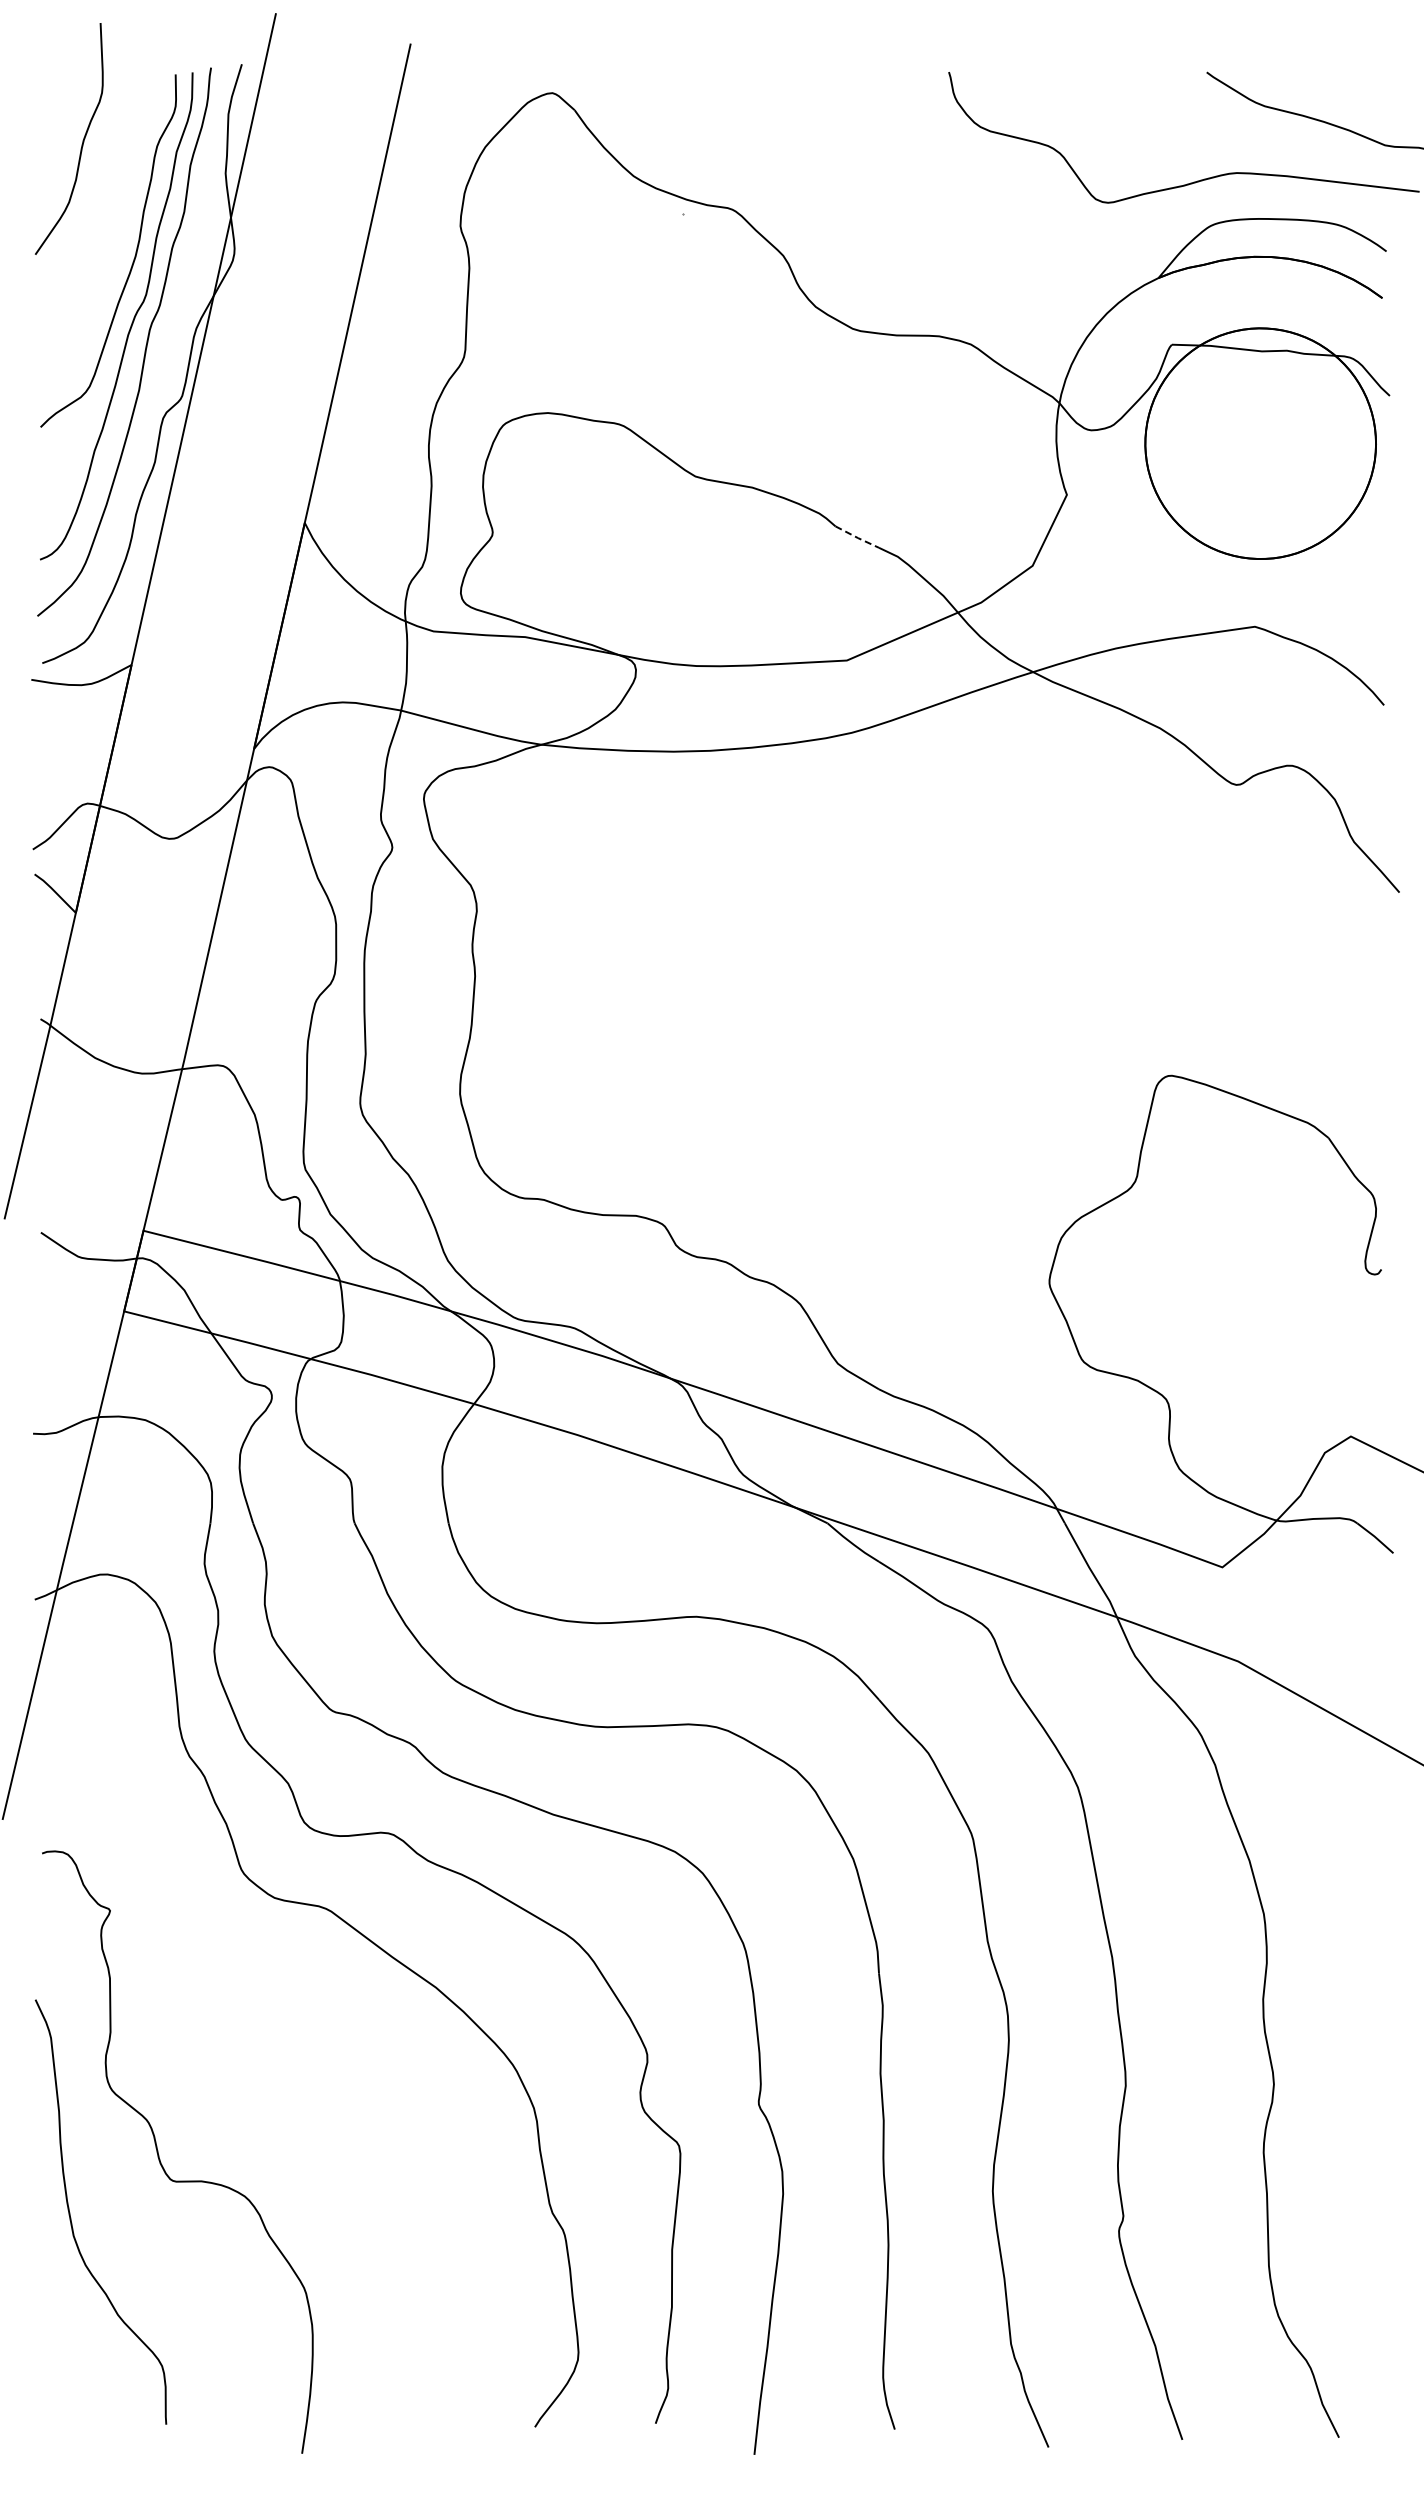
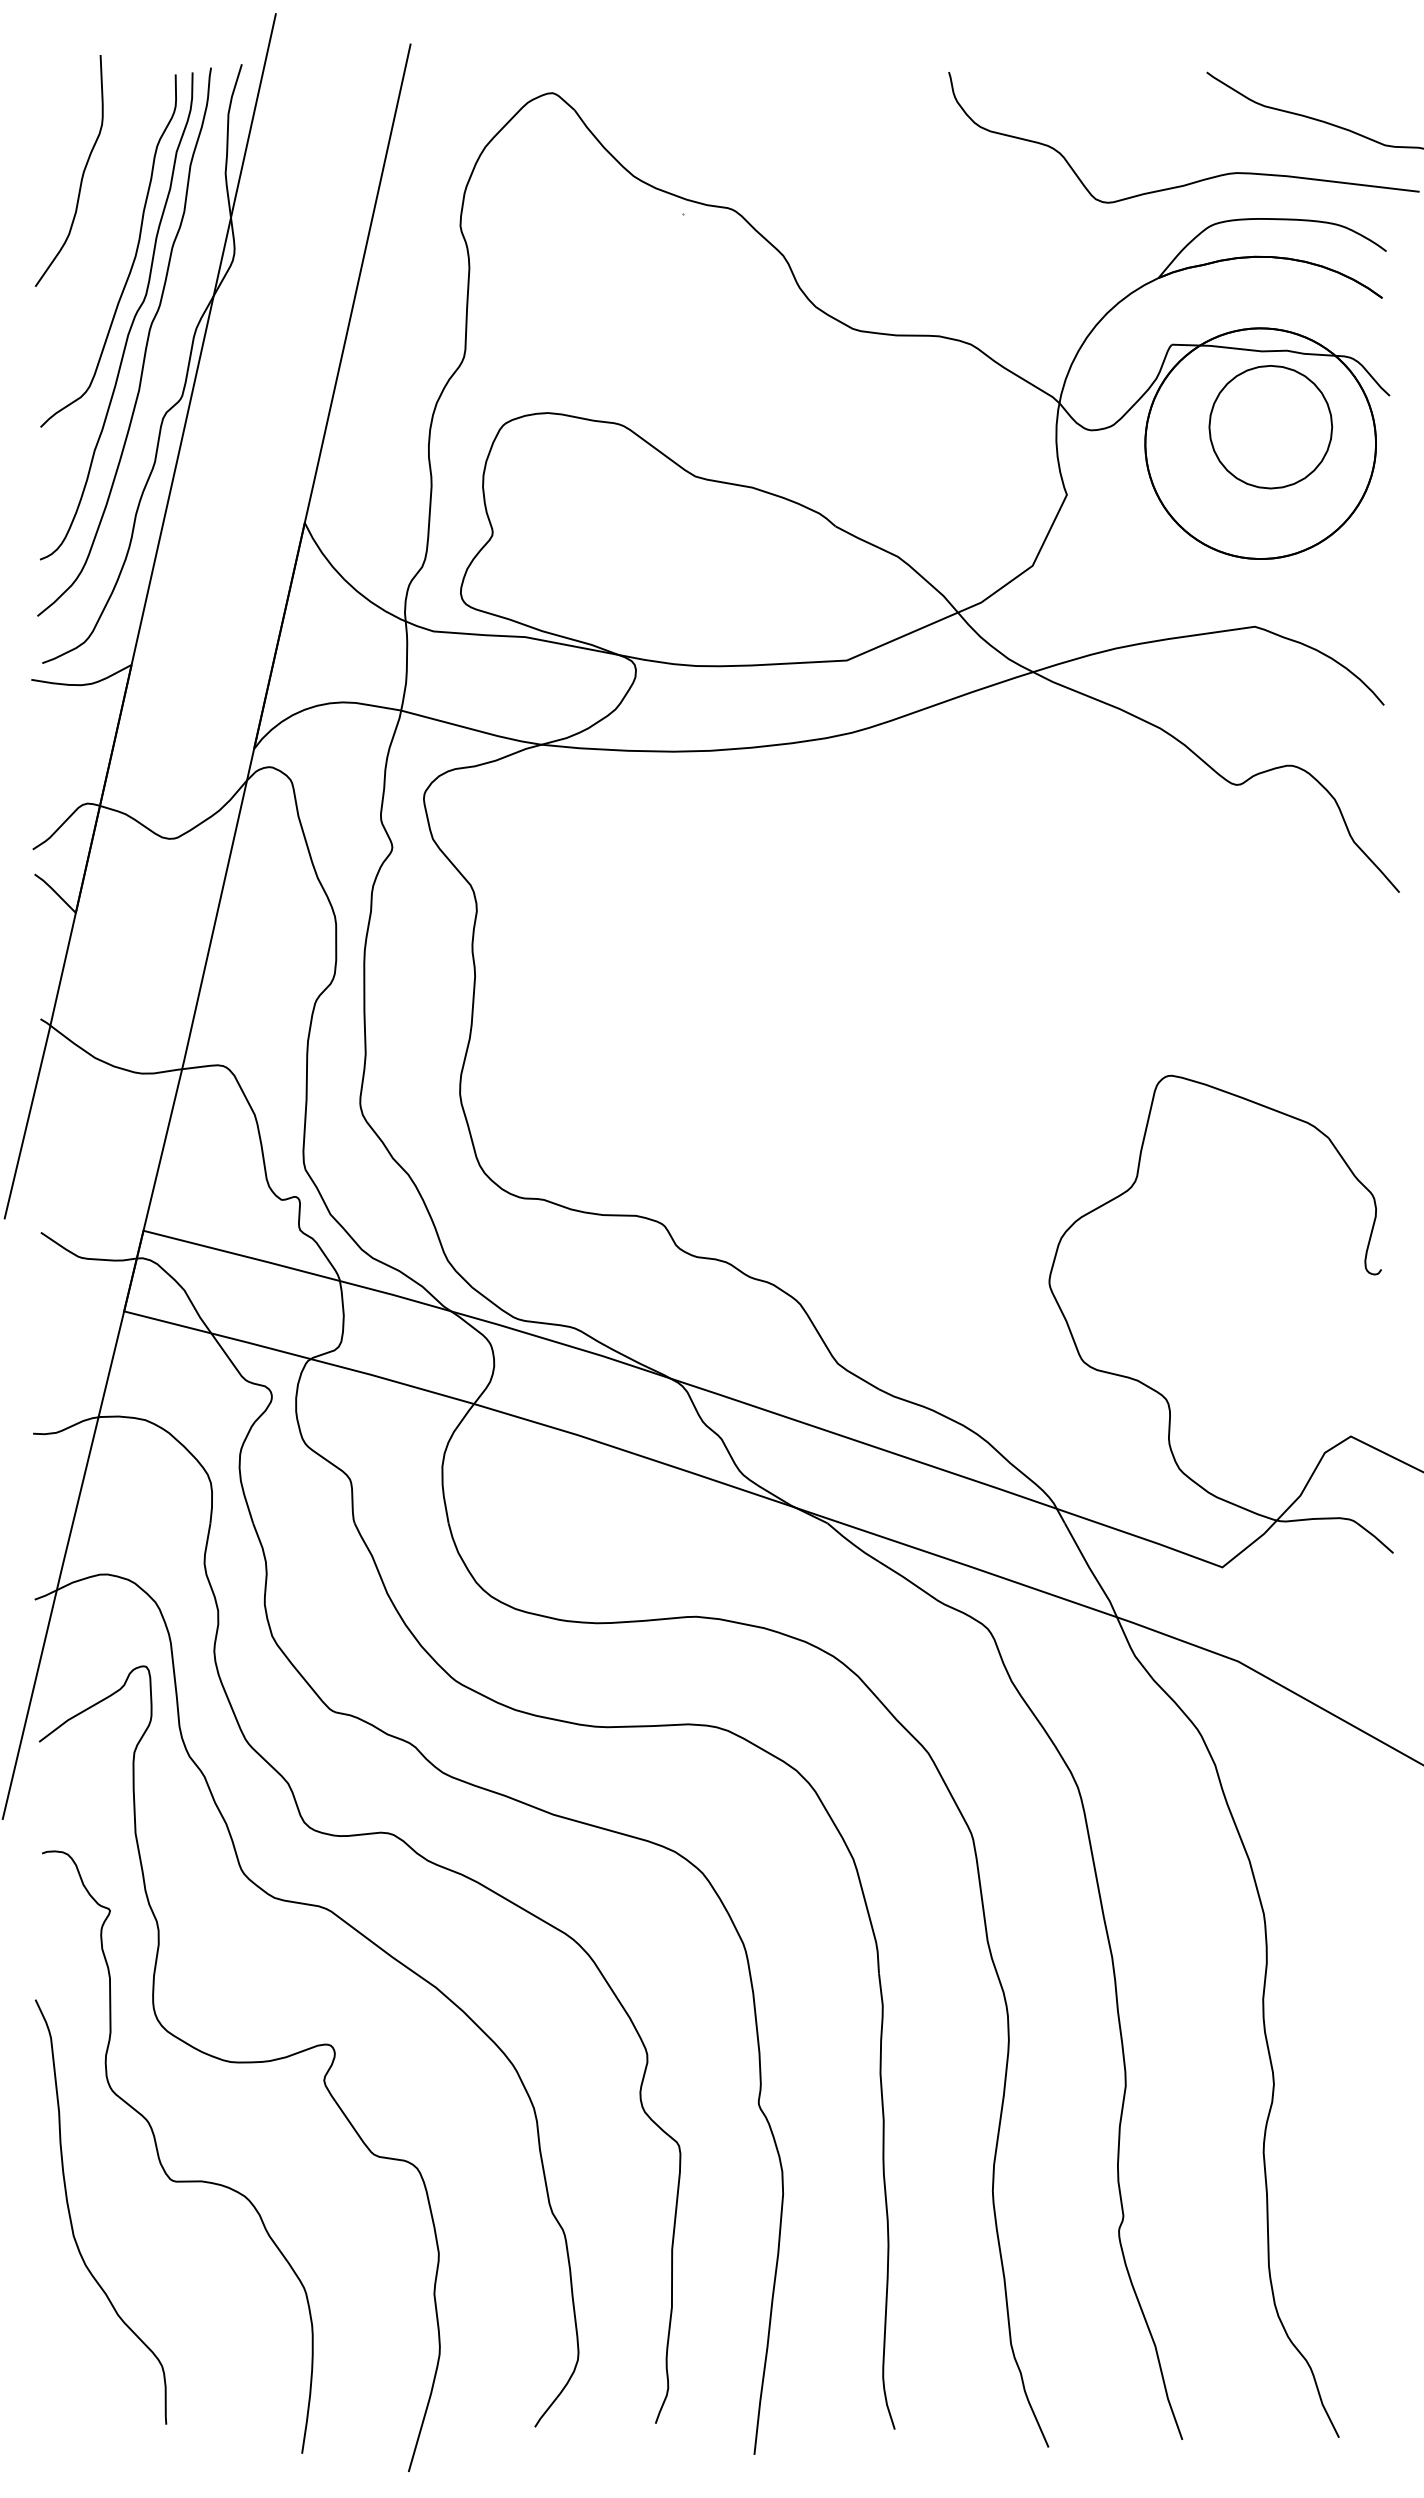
curve at (82, 140) position: (82, 140) -> (82, 172)
part at (1270, 427): none -> present
line at (857, 537): dashed -> solid
curve at (239, 2063): none -> present
